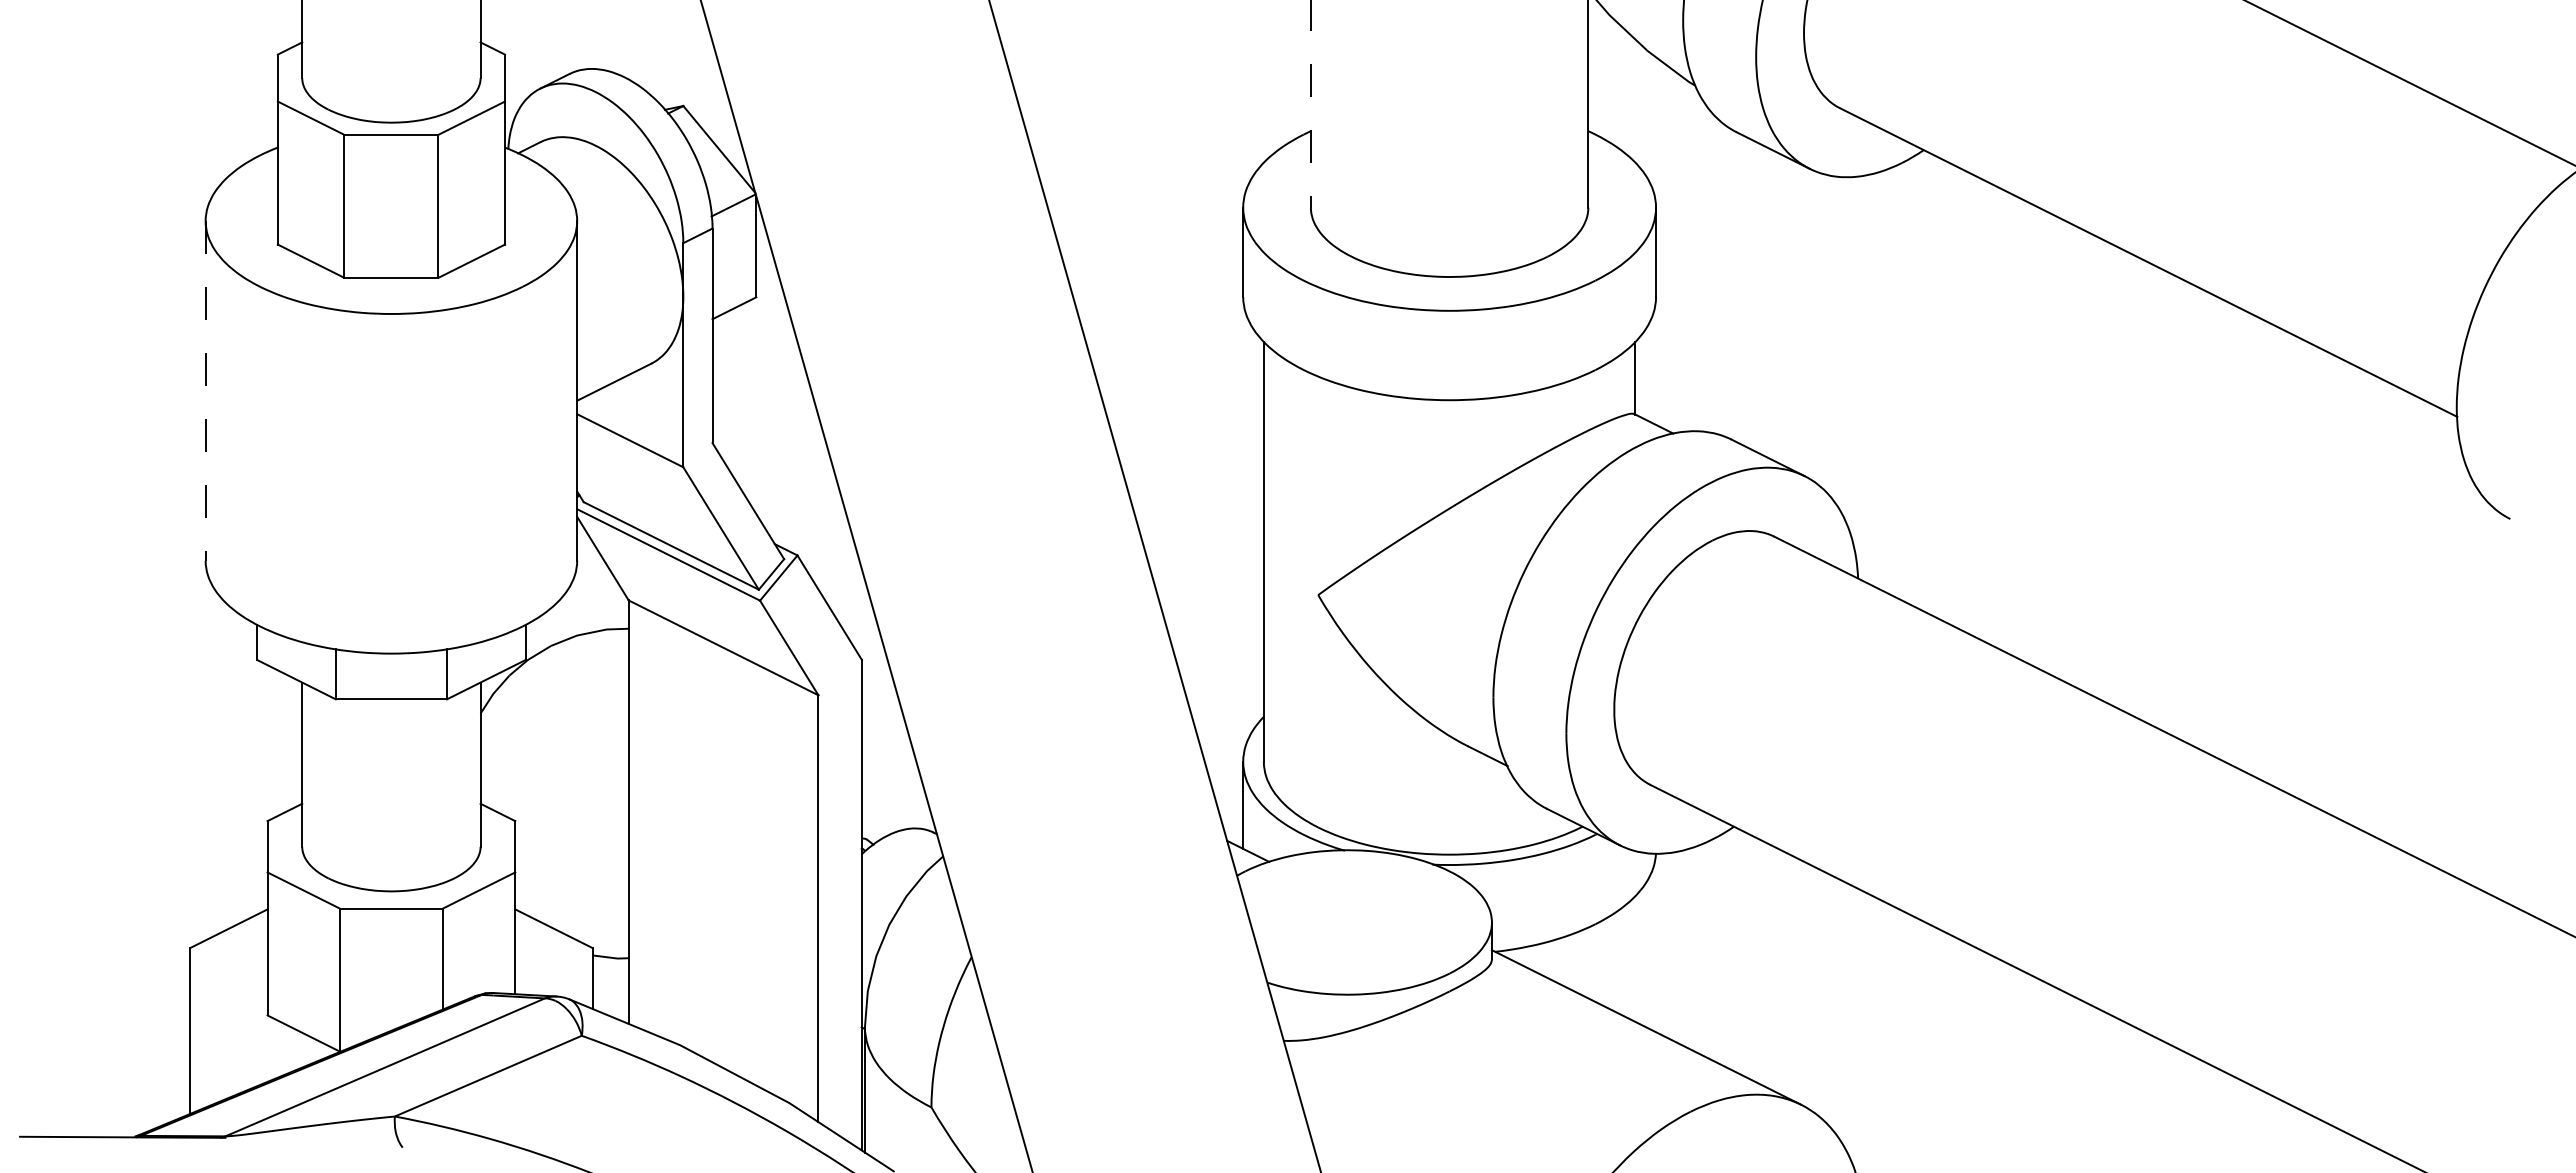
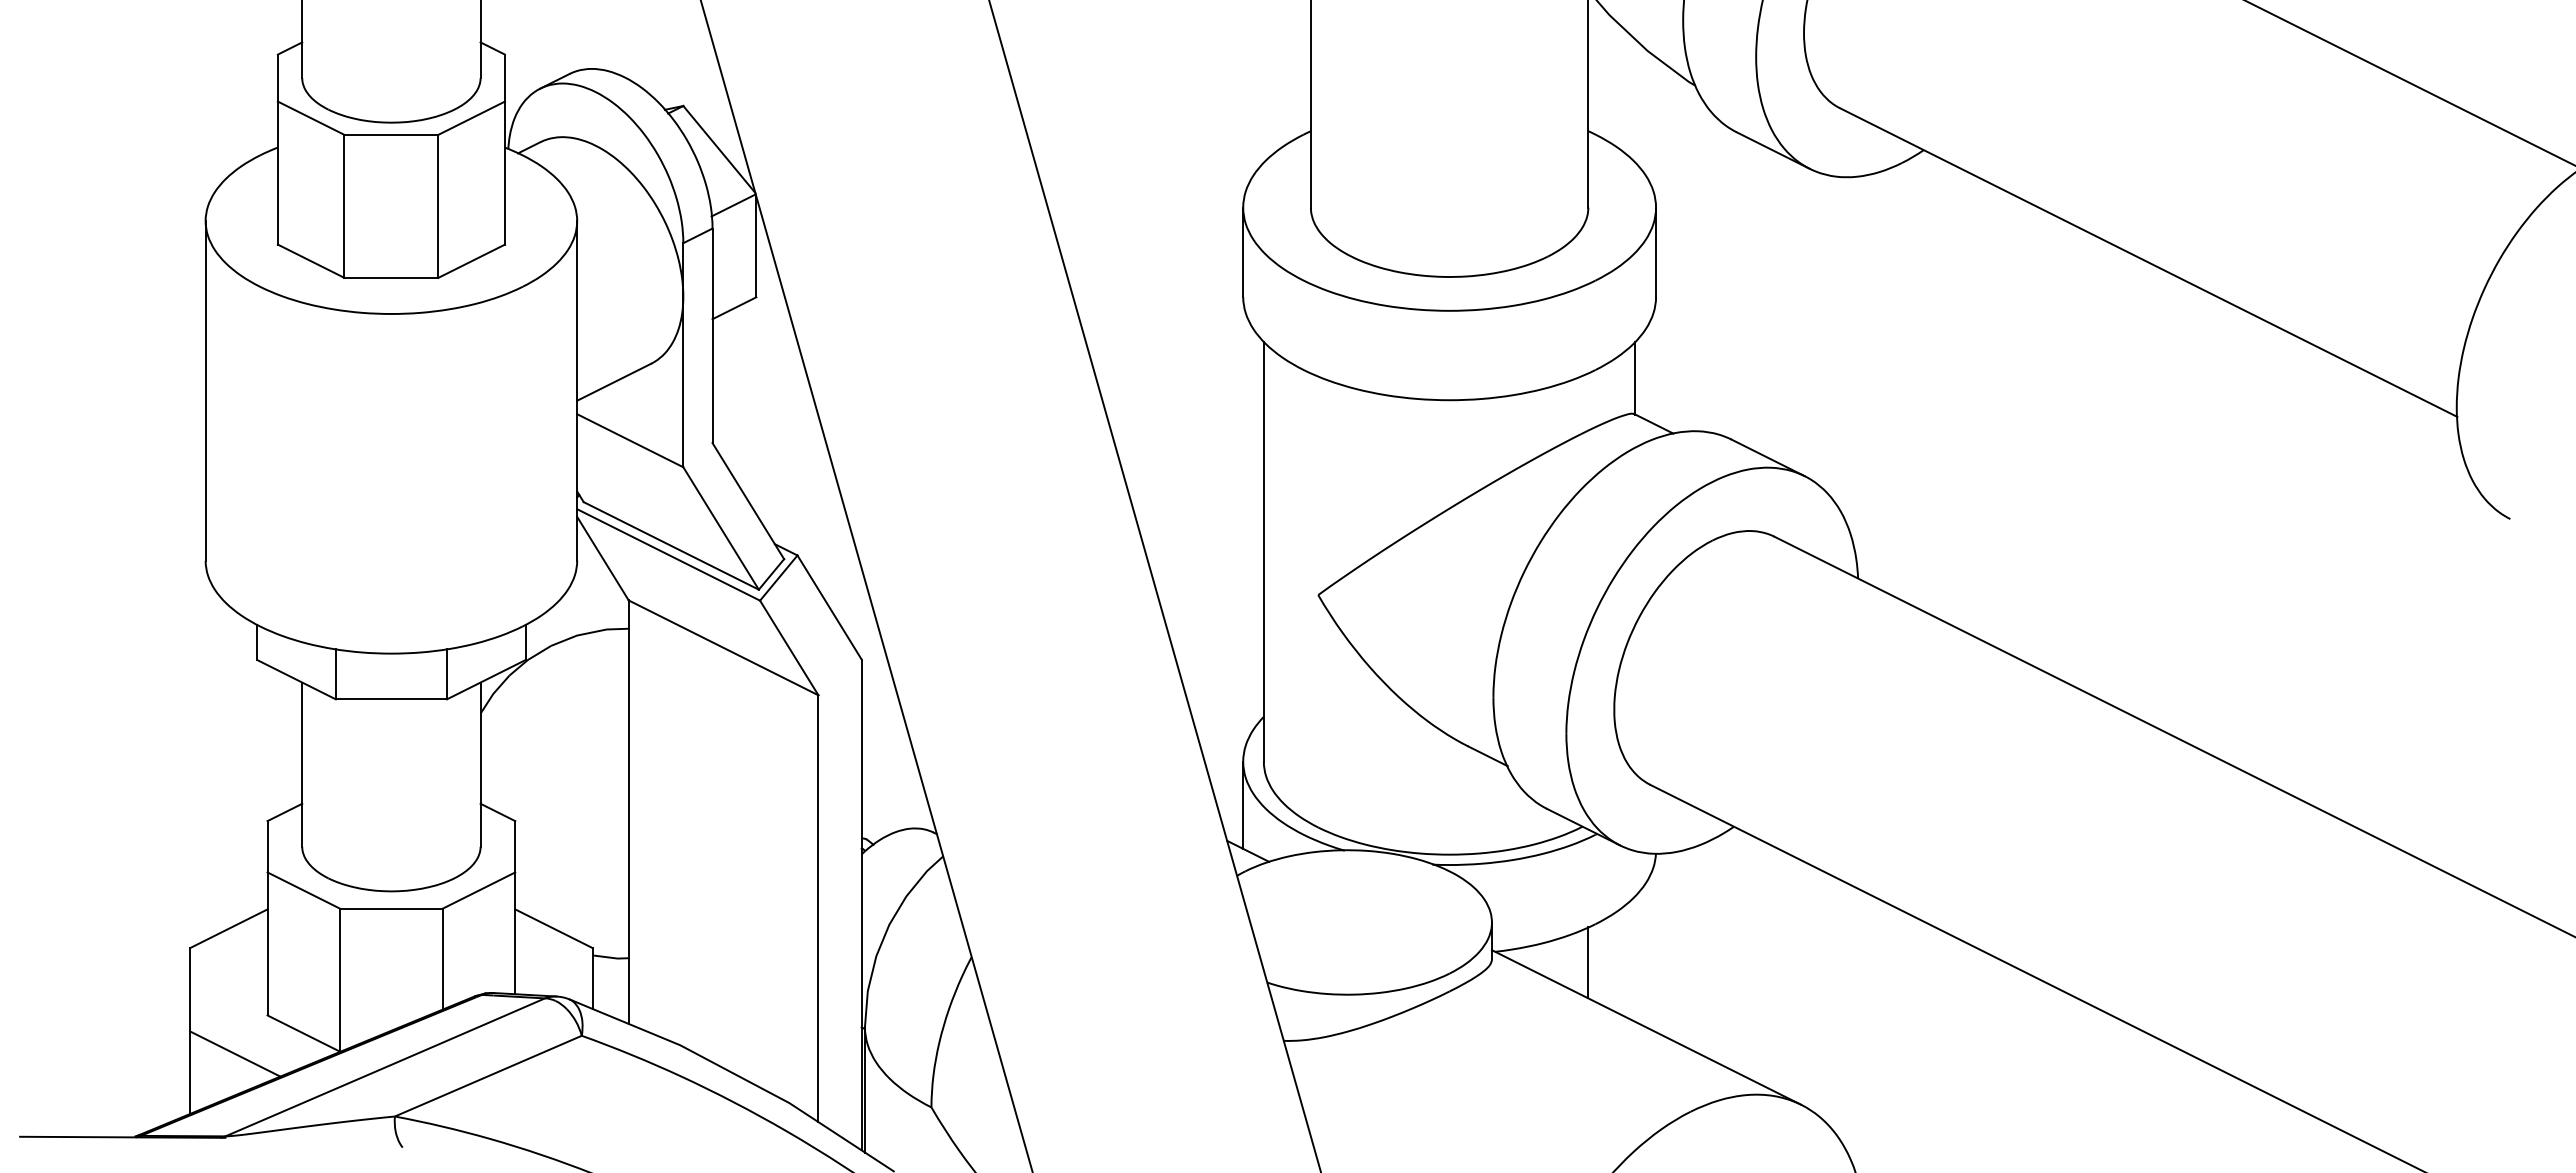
line at (1310, 104): dashed -> solid
line at (205, 390): dashed -> solid
line at (1588, 962): none -> present
line at (235, 1053): none -> present
